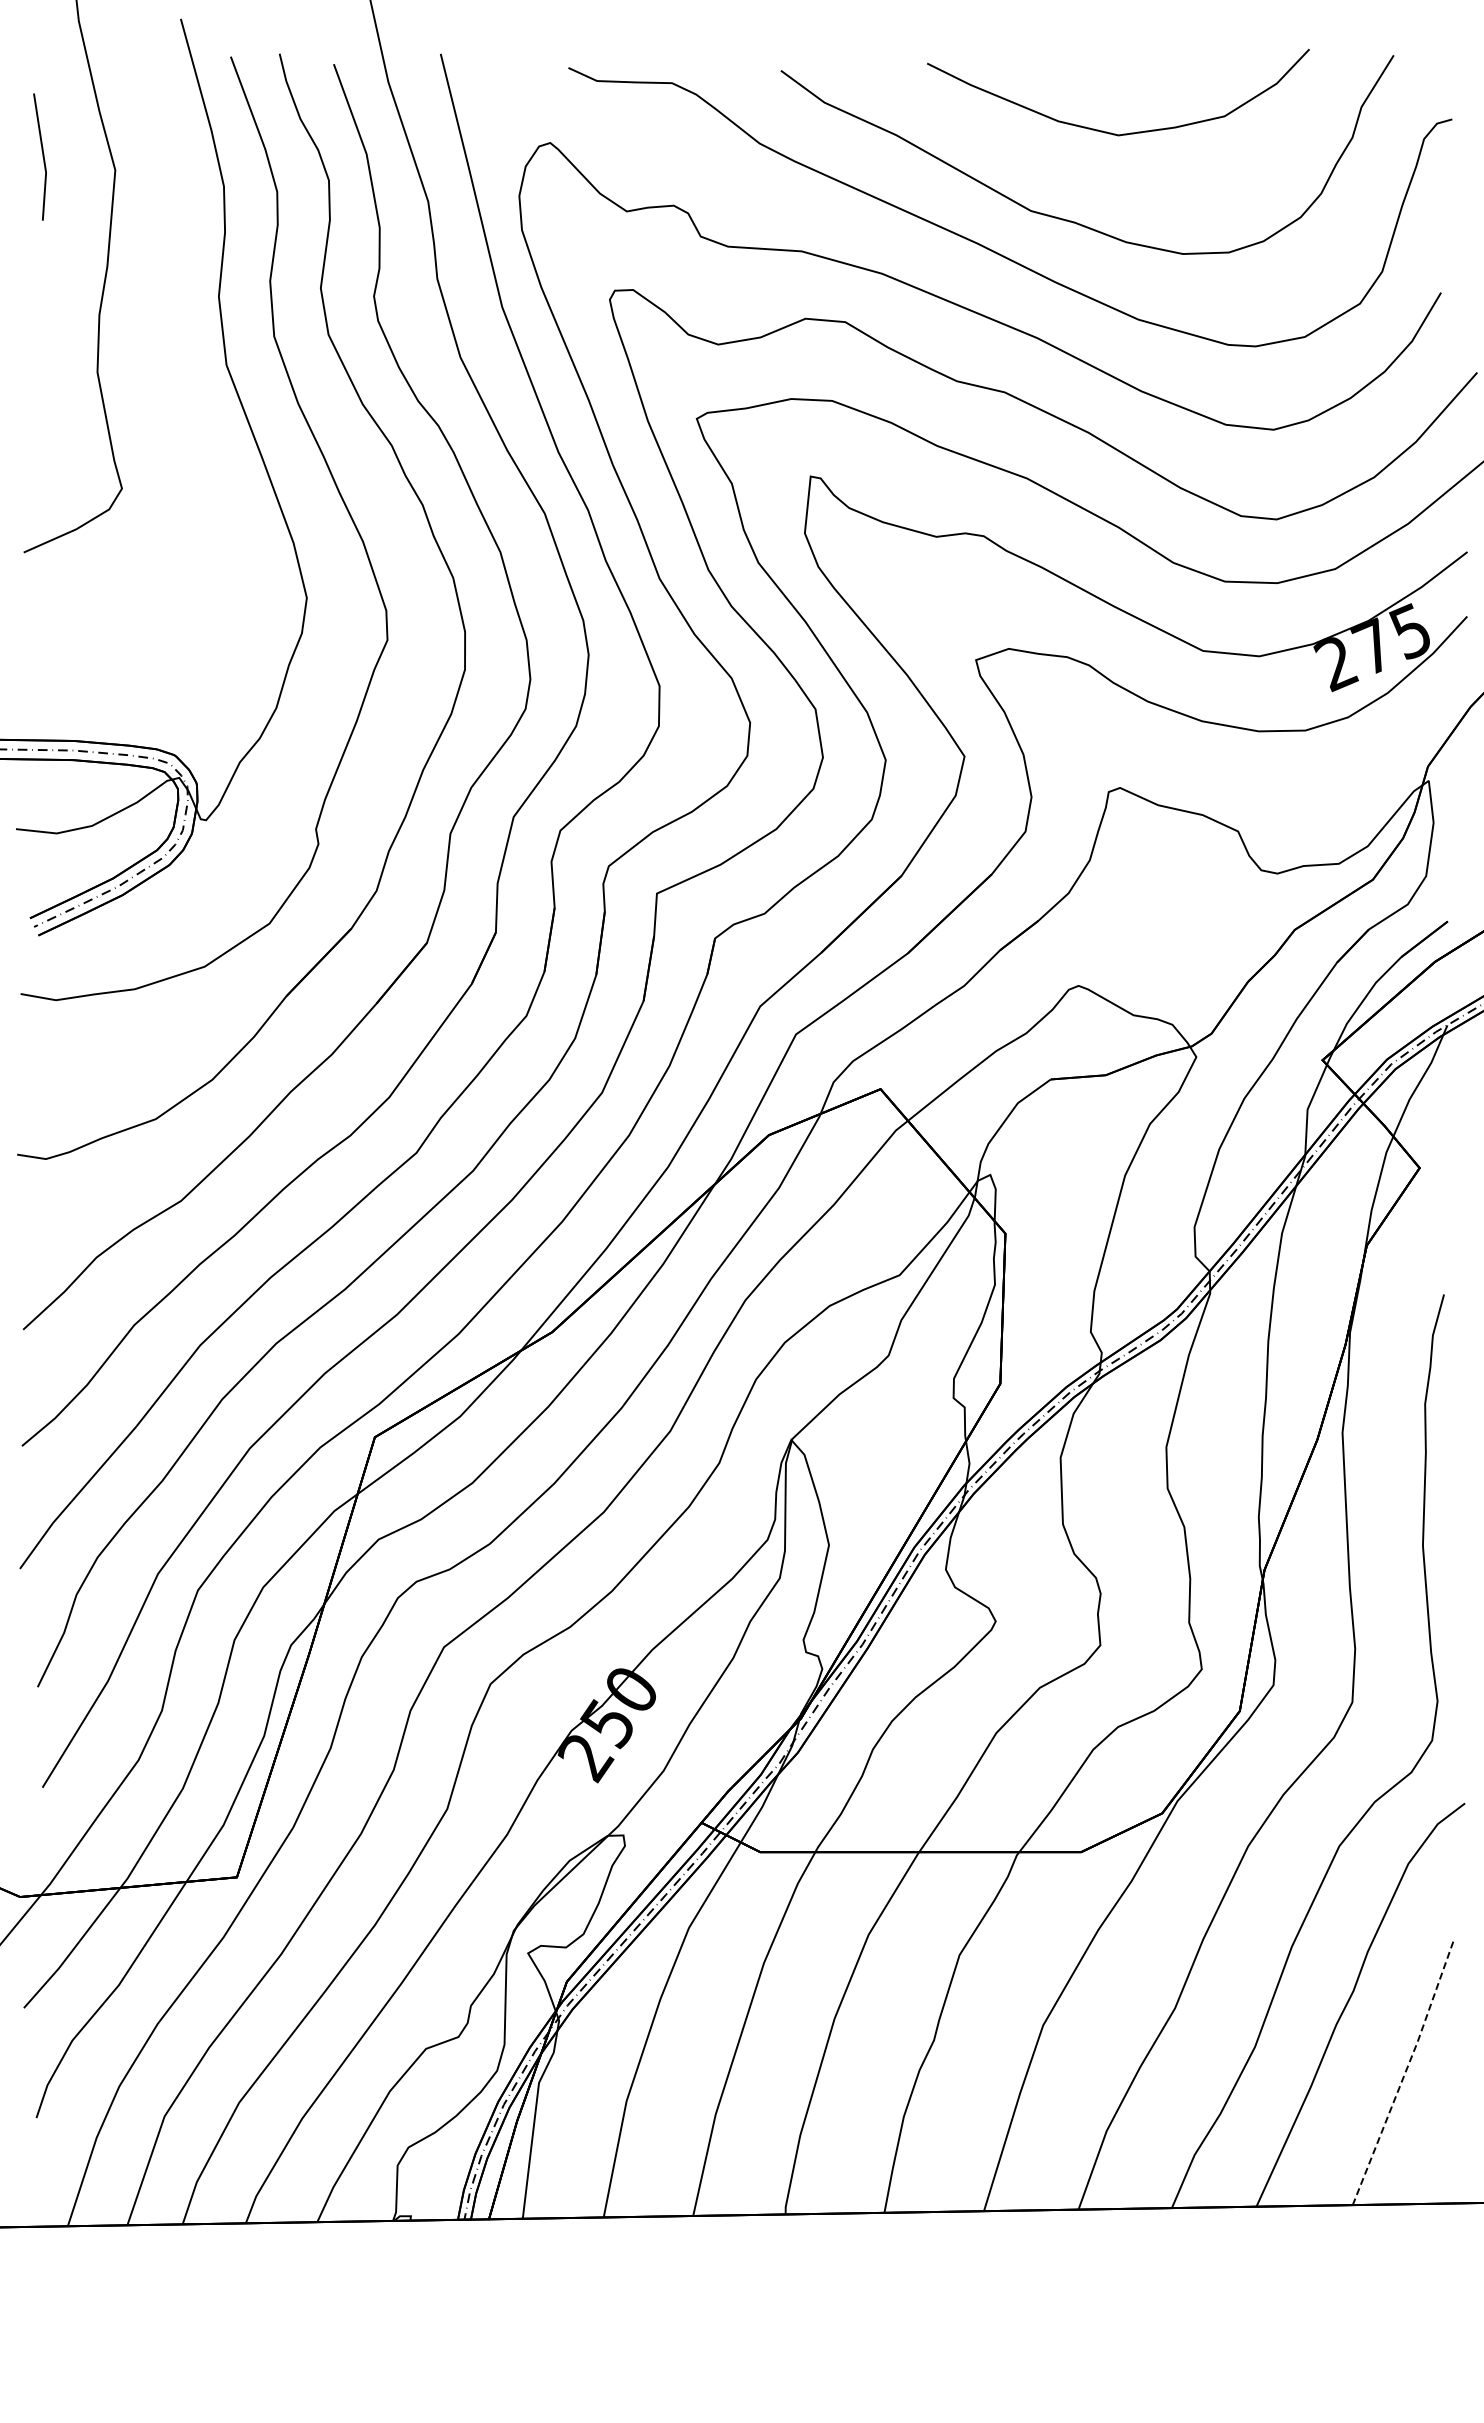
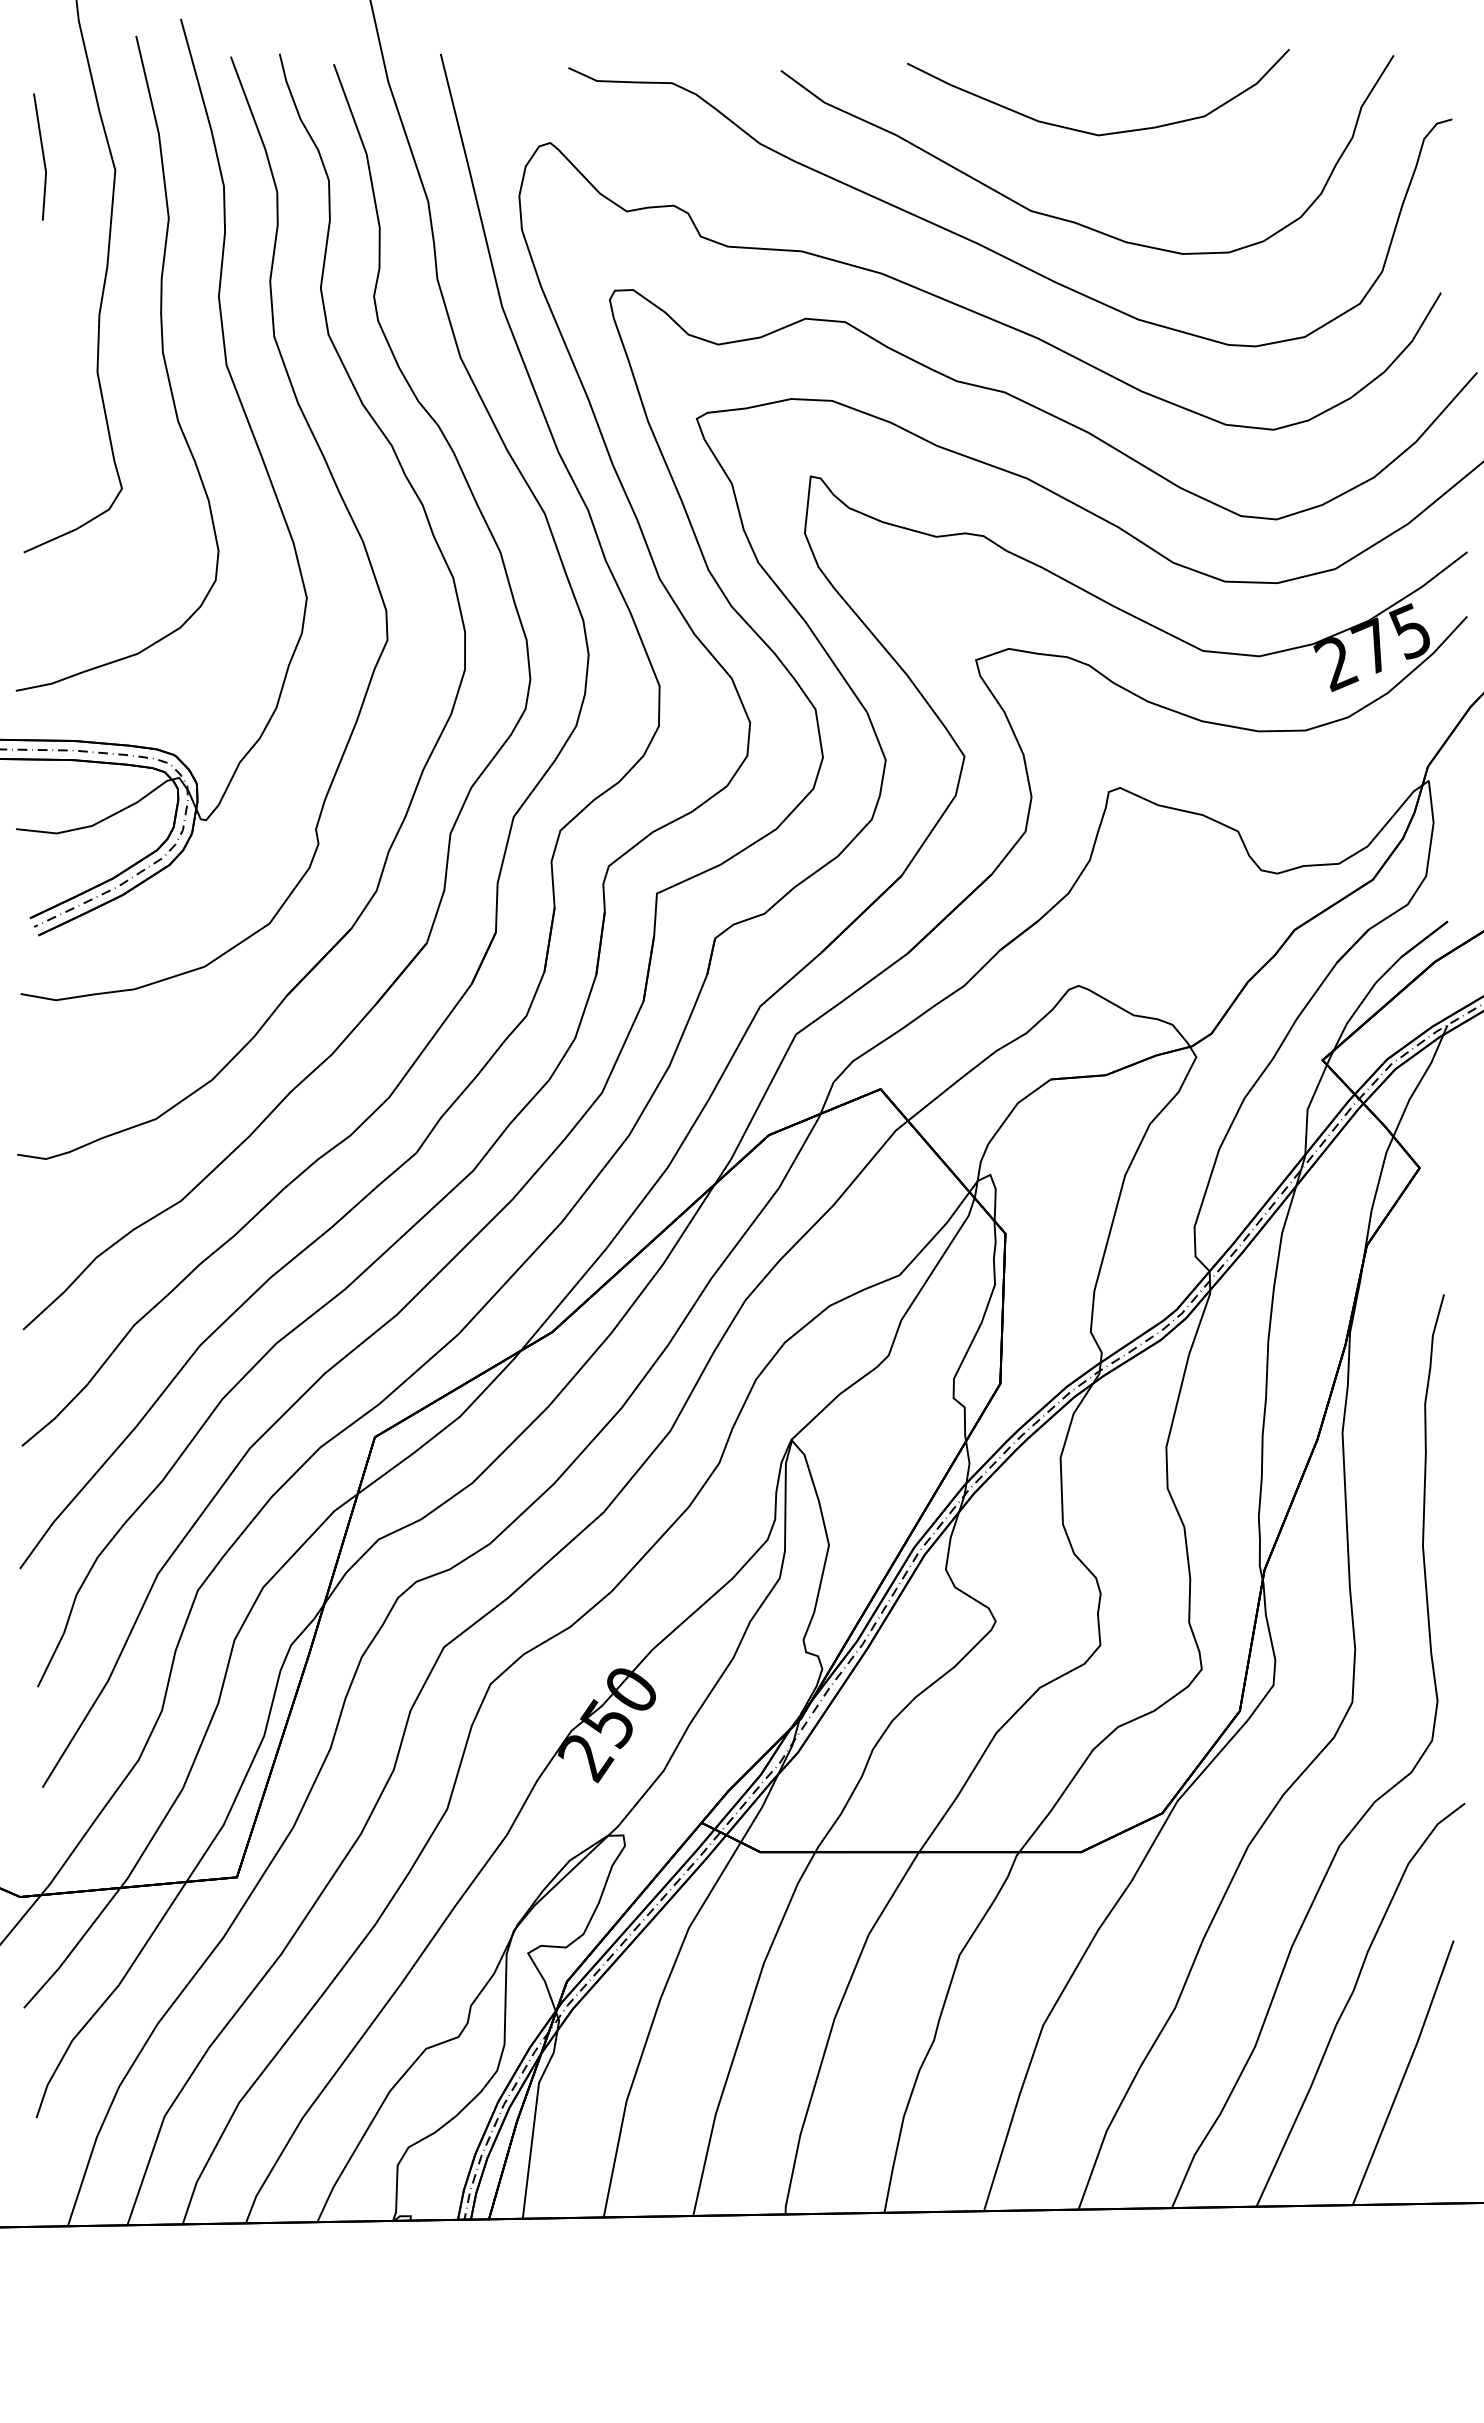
curve at (1107, 131) position: (1107, 131) -> (1087, 131)
curve at (162, 356): none -> present
line at (1405, 2072): dashed -> solid
